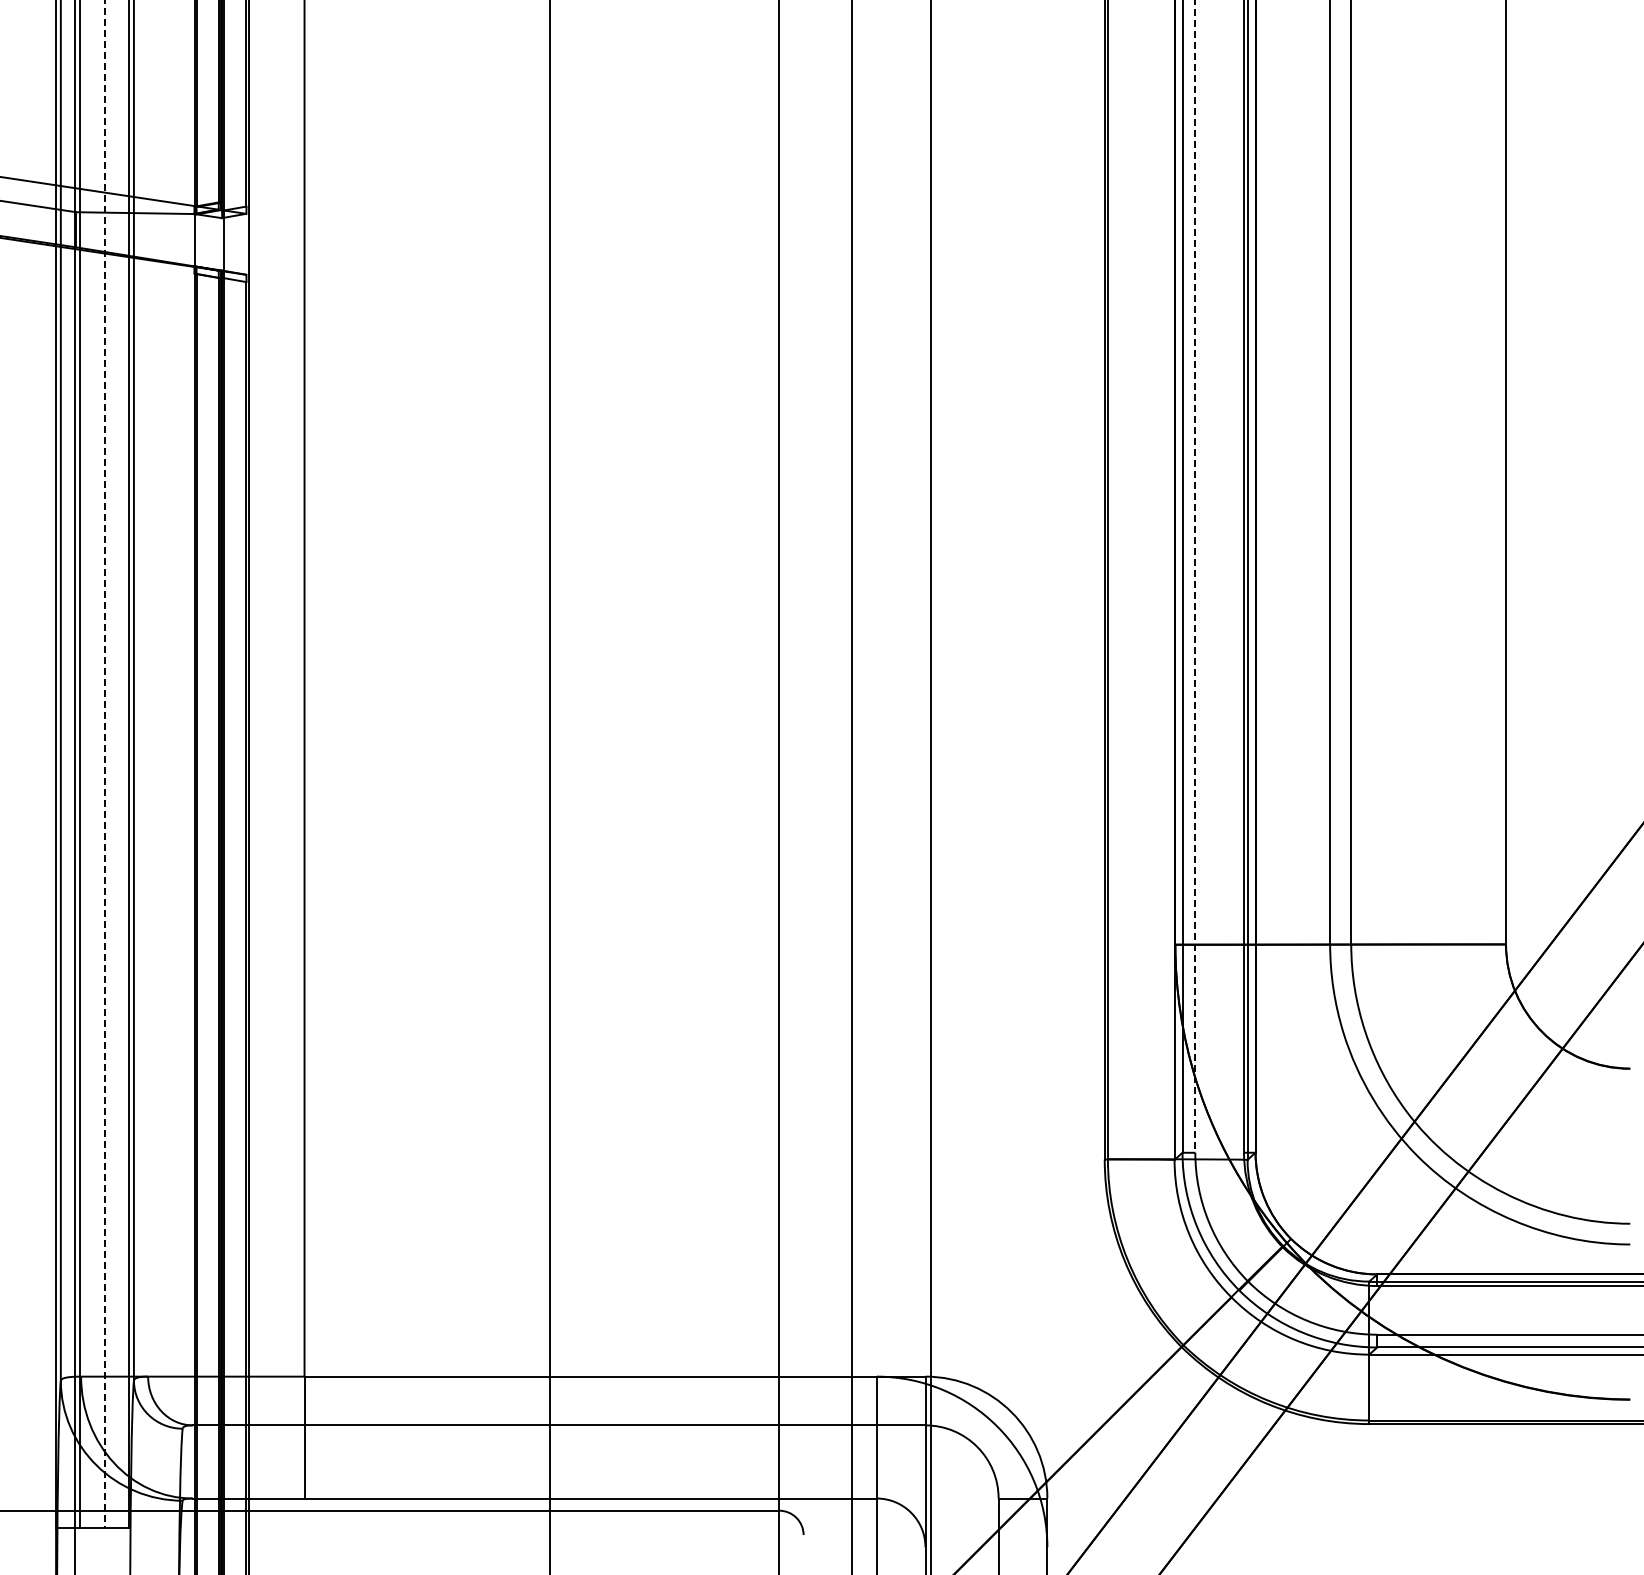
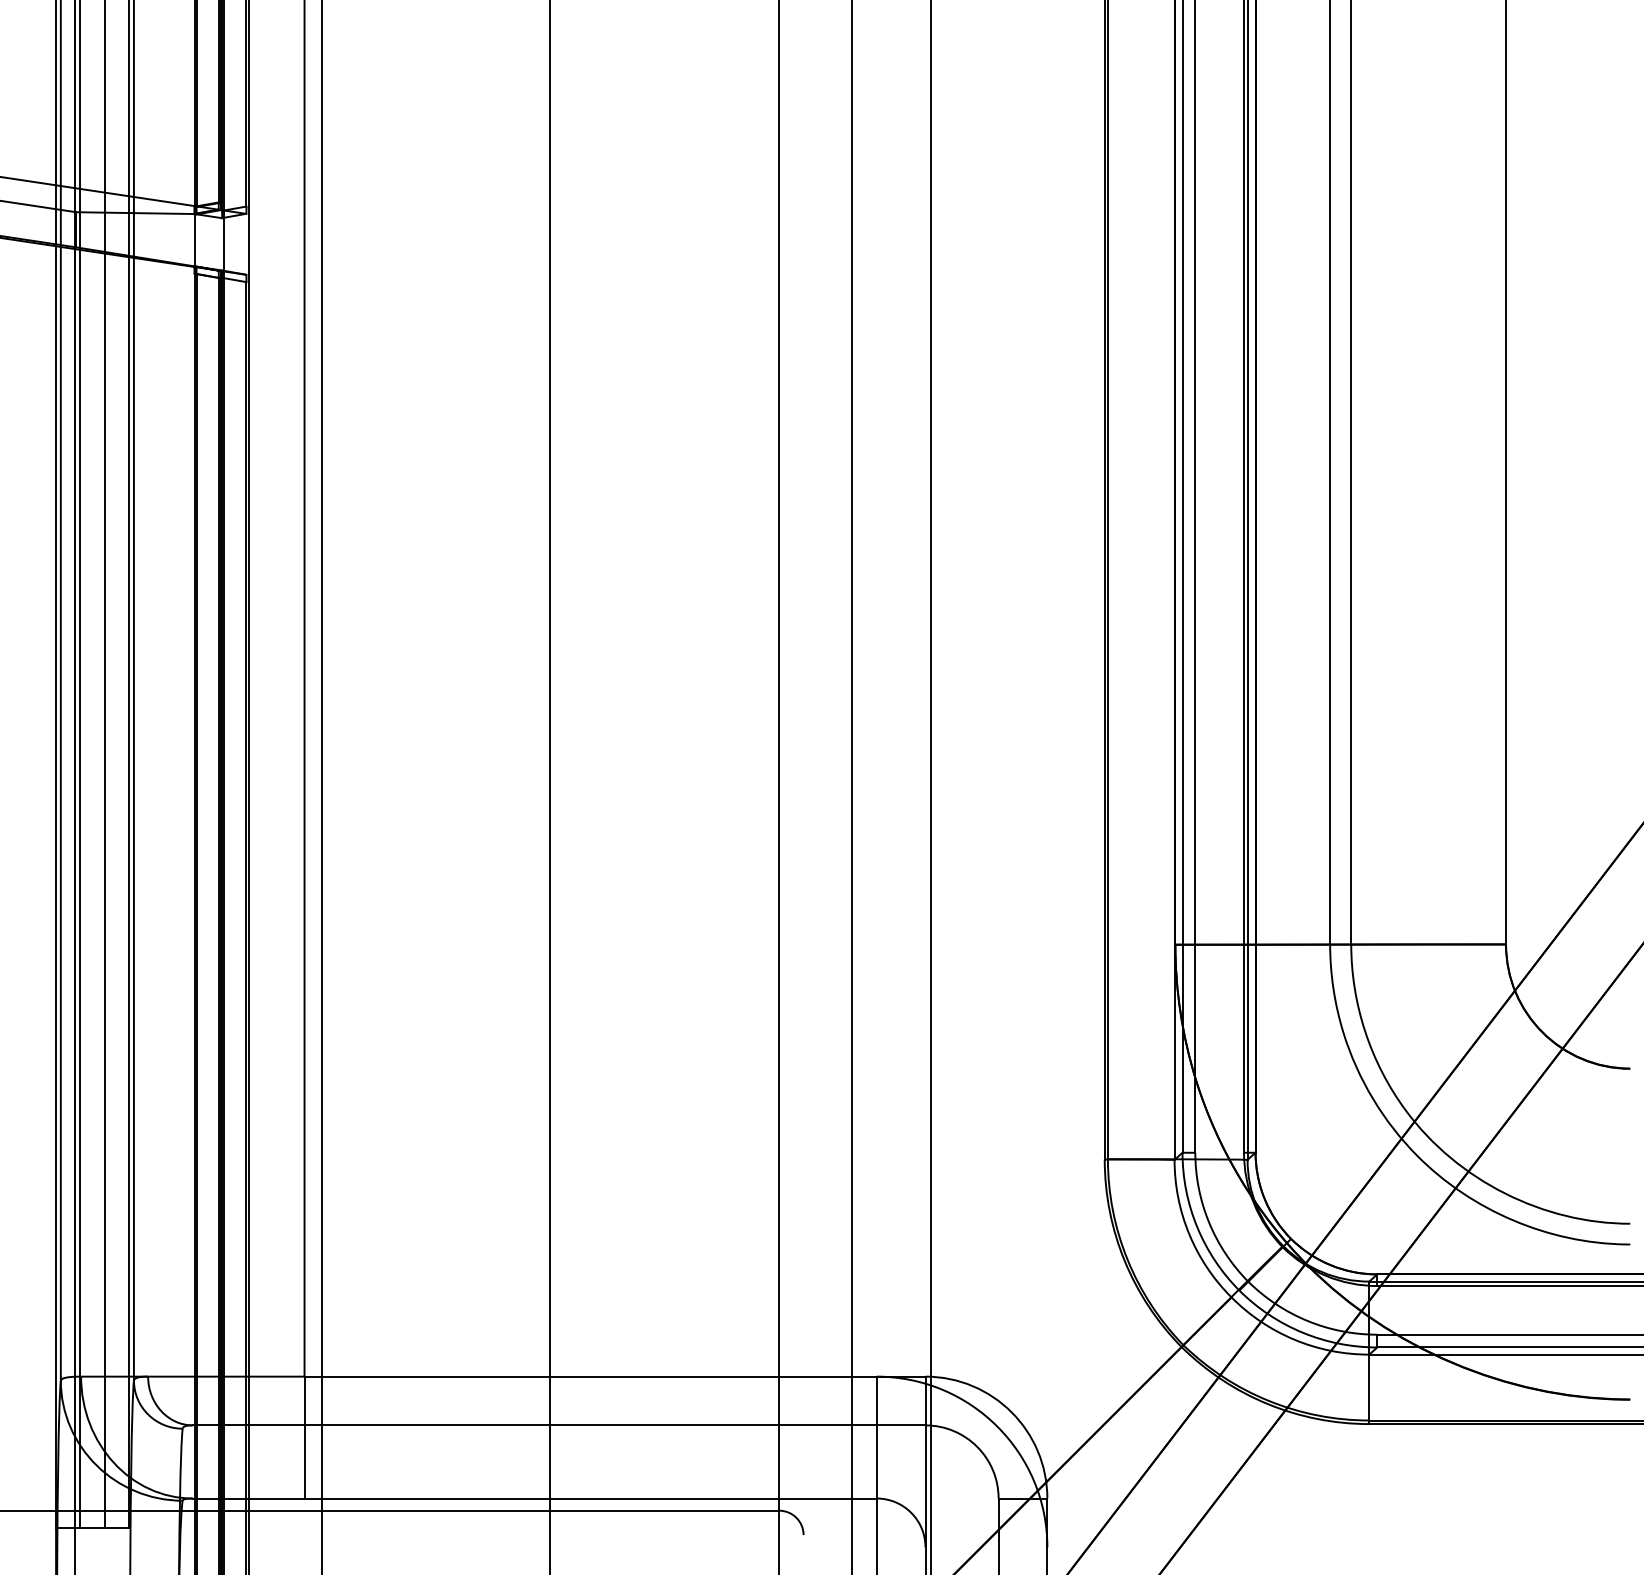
line at (1195, 576): dashed -> solid
line at (104, 763): dashed -> solid
line at (321, 786): none -> present
